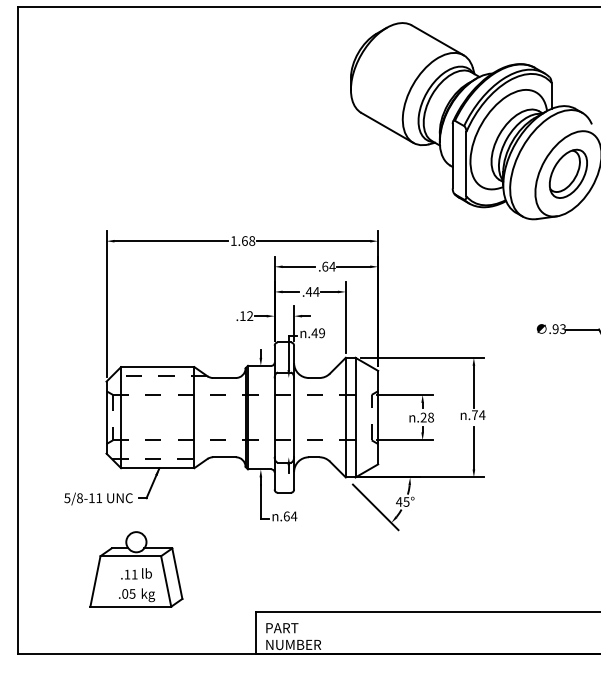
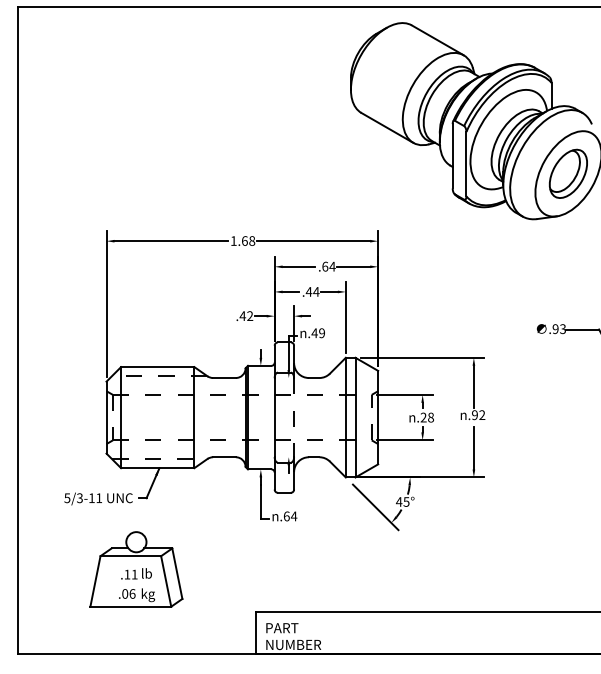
text at (242, 315): .12 -> .42
text at (478, 415): .74 -> .92
line at (294, 418): solid -> dashed
text at (79, 497): 5/8-11 -> 5/3-11
text at (132, 593): .05 -> .06
